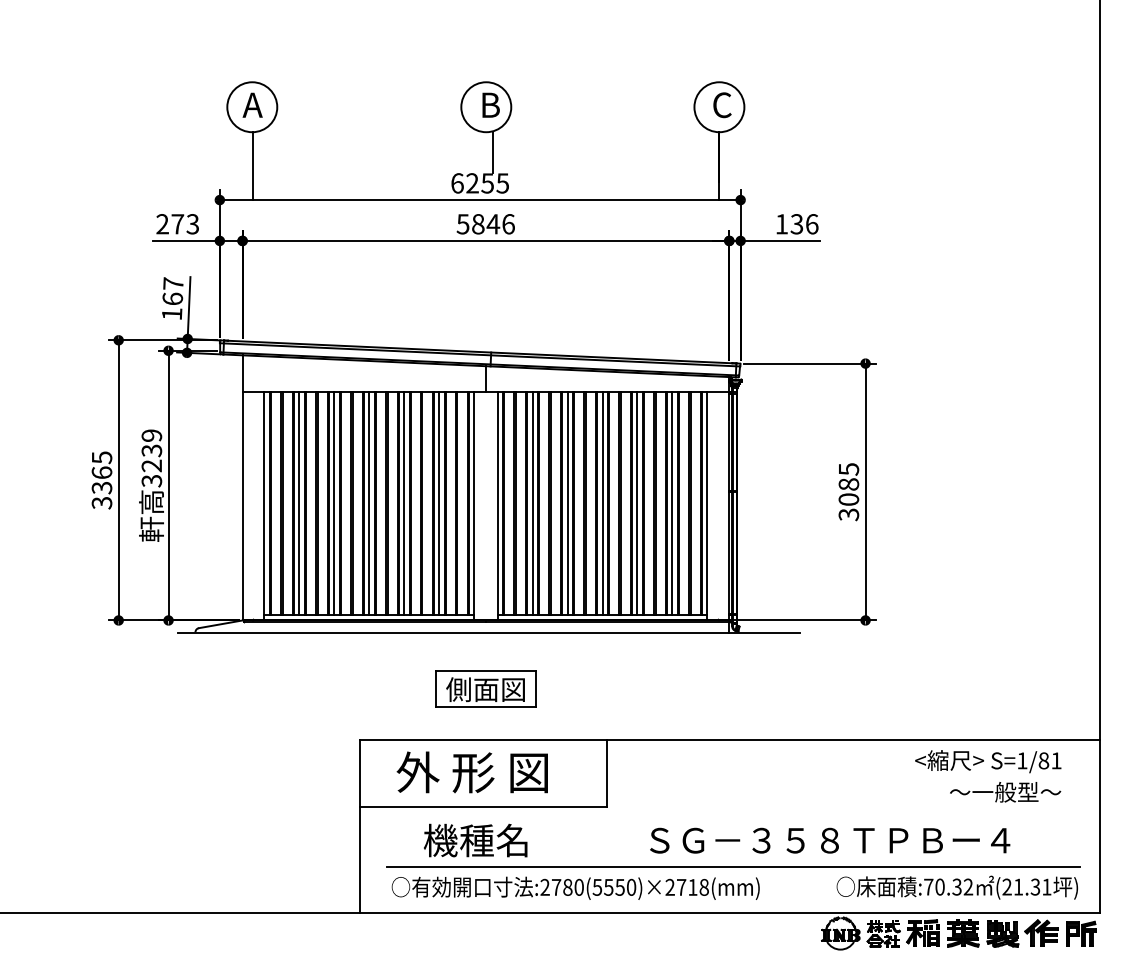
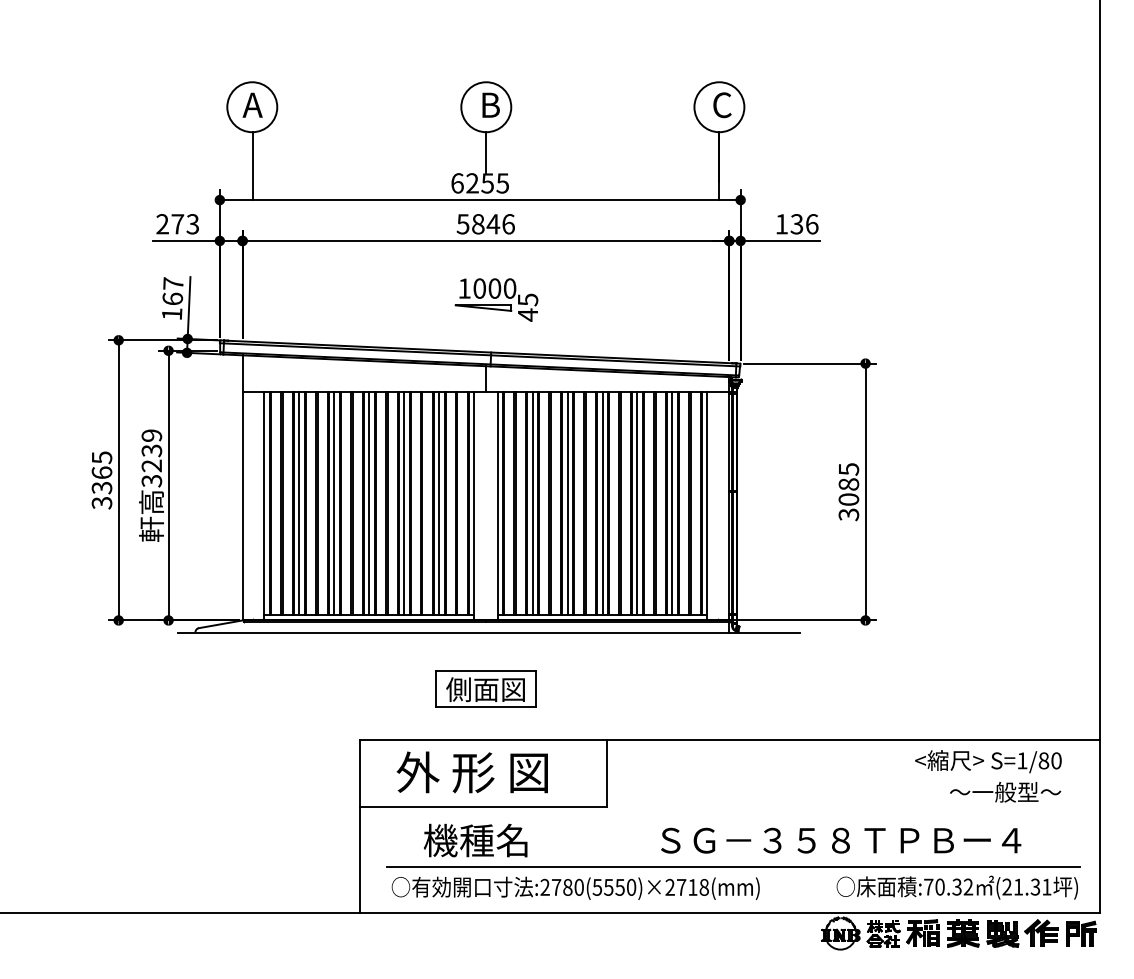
line at (492, 152) position: (492, 152) -> (485, 152)
part at (496, 299): none -> present
text at (1056, 760): S=1/81 -> S=1/80
text at (830, 840) position: (830, 840) -> (841, 840)
